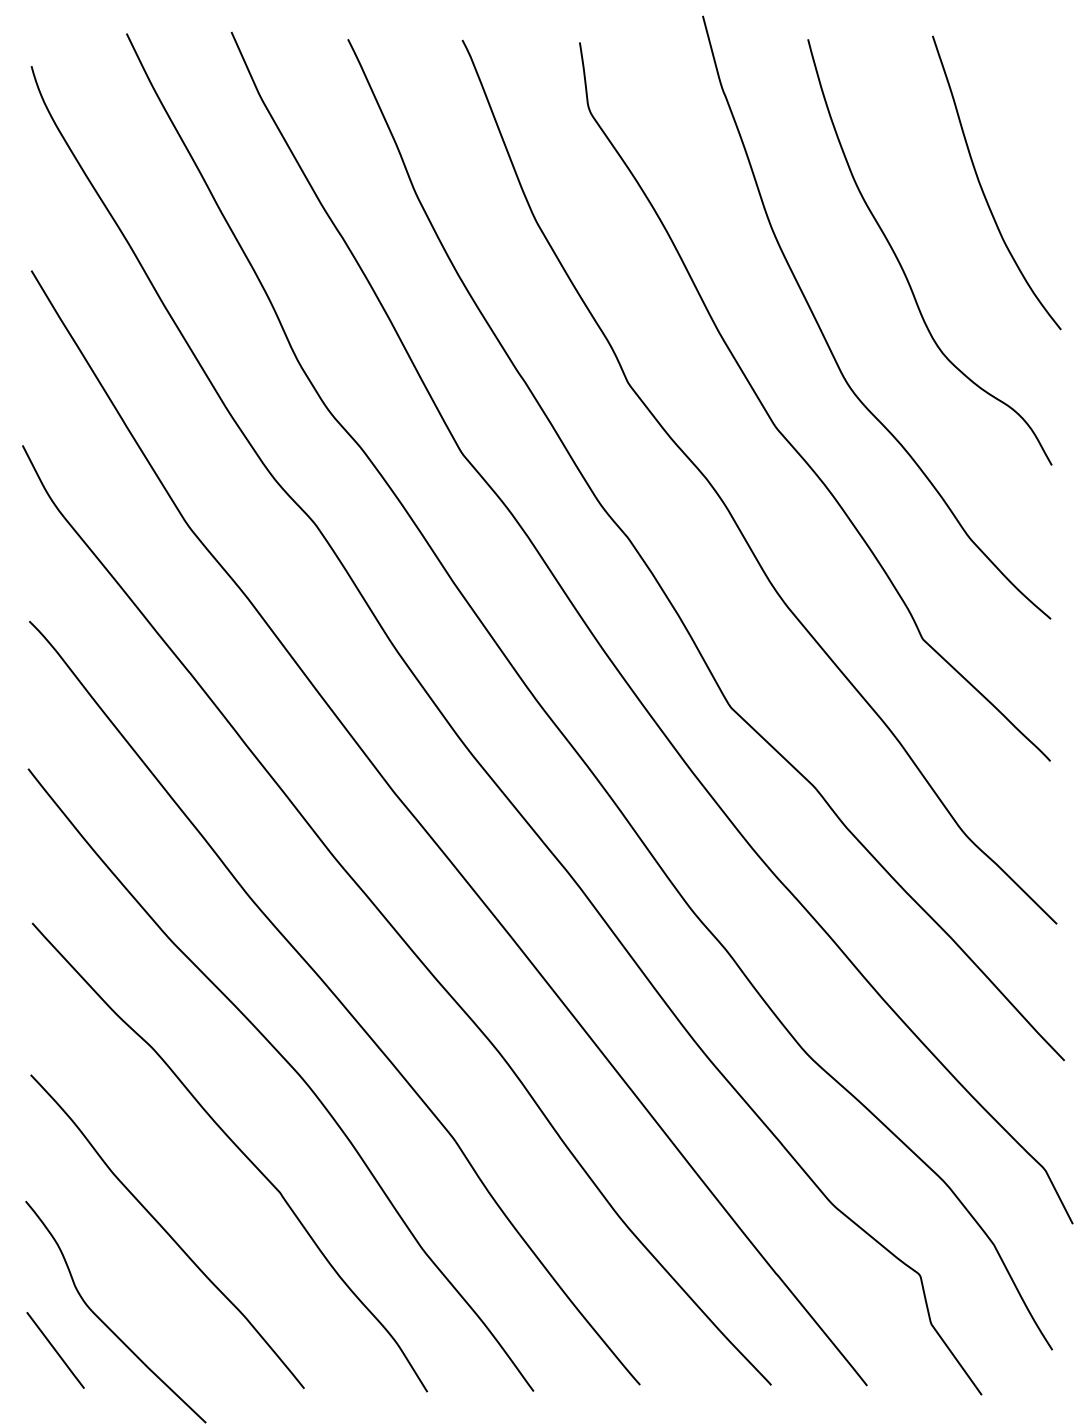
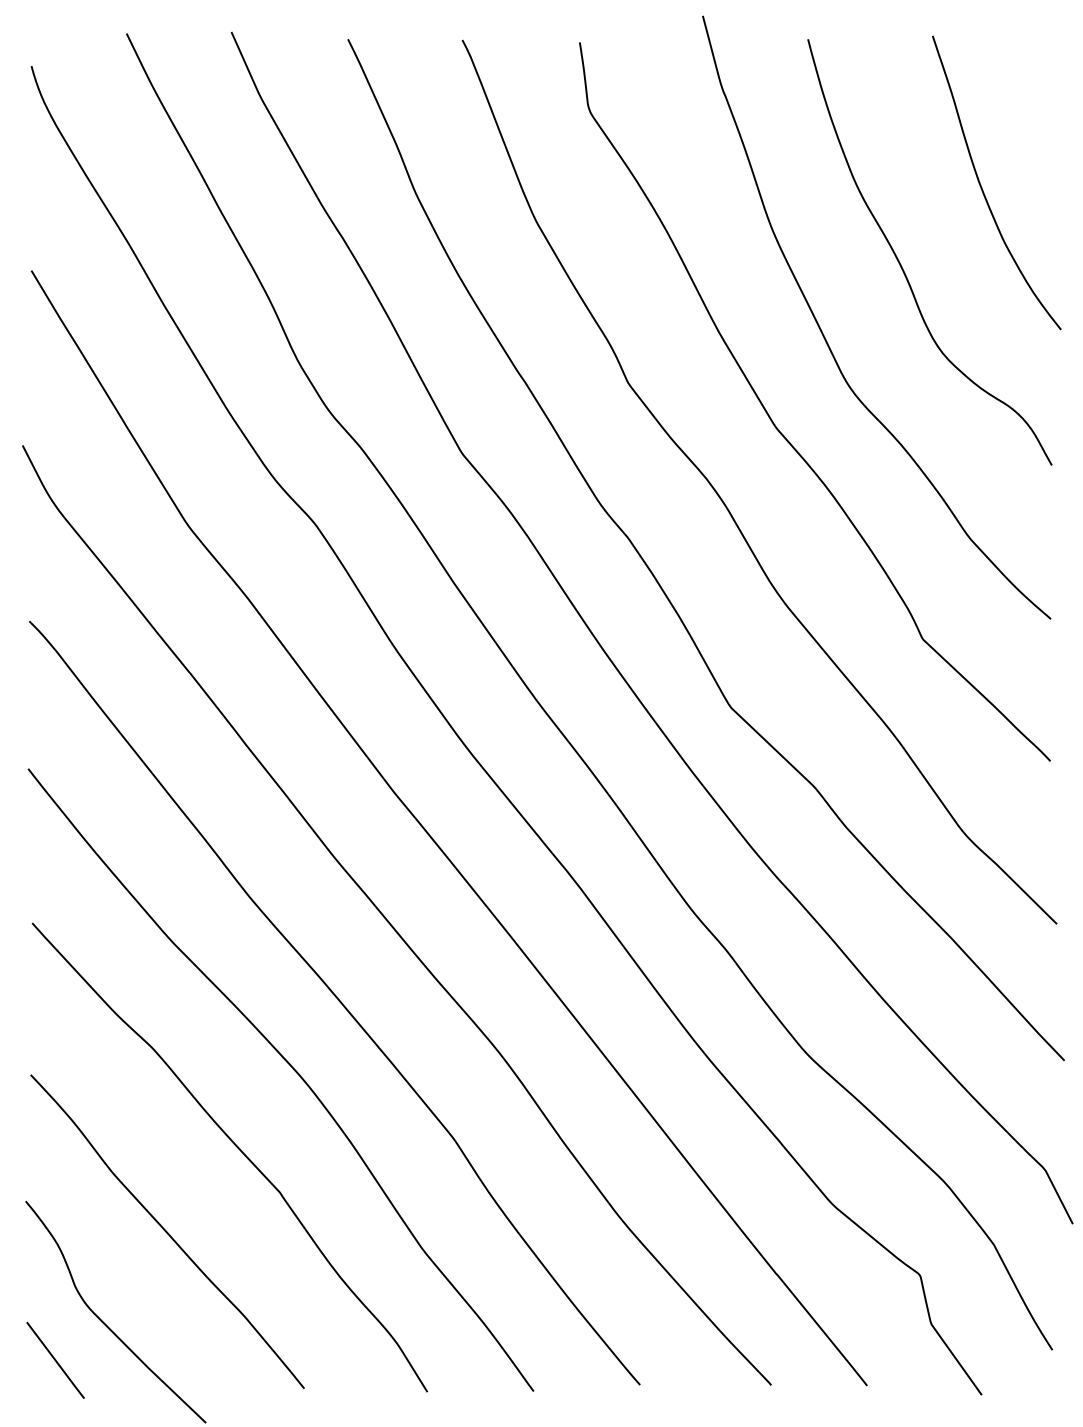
line at (55, 1350) position: (55, 1350) -> (55, 1360)
